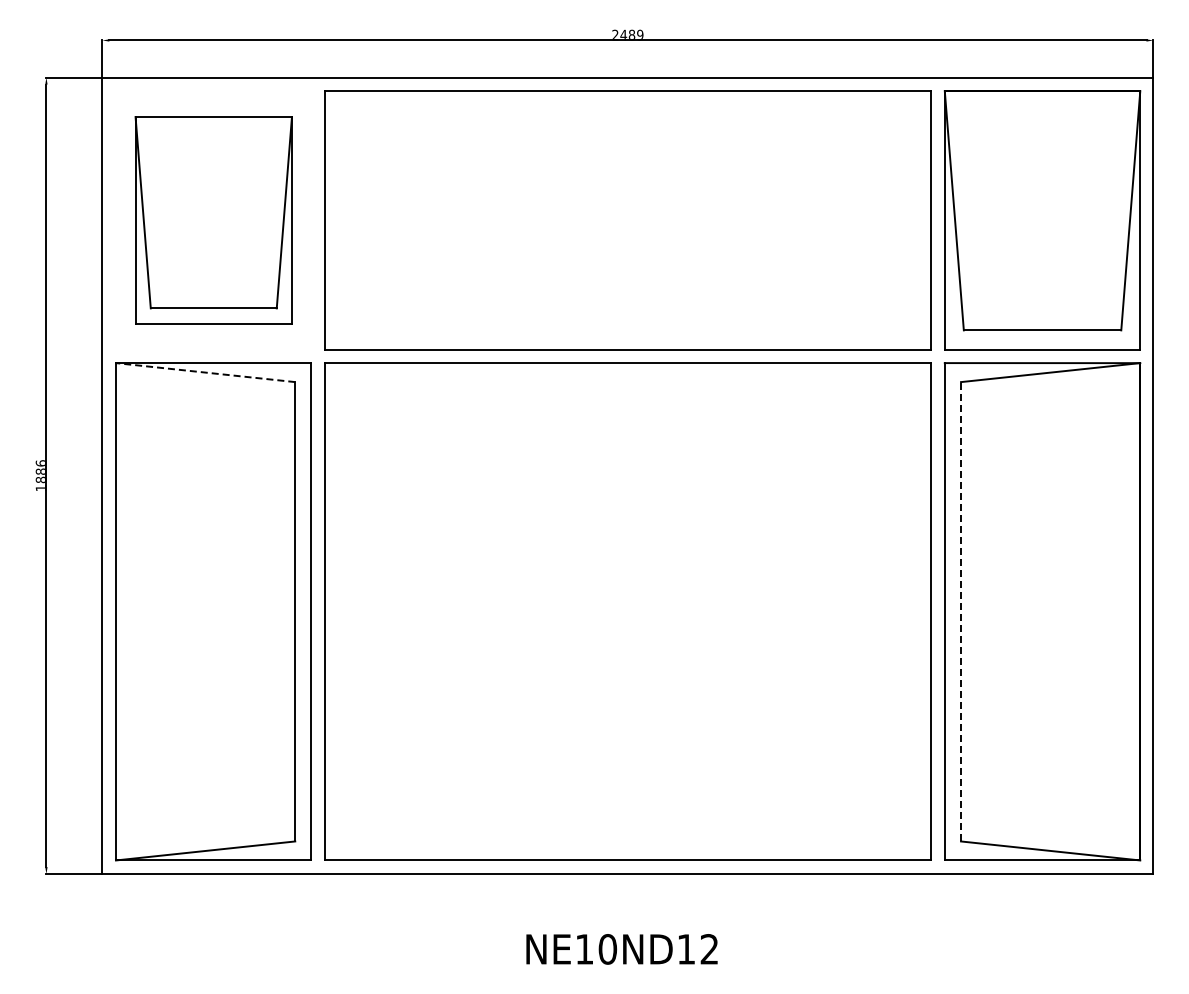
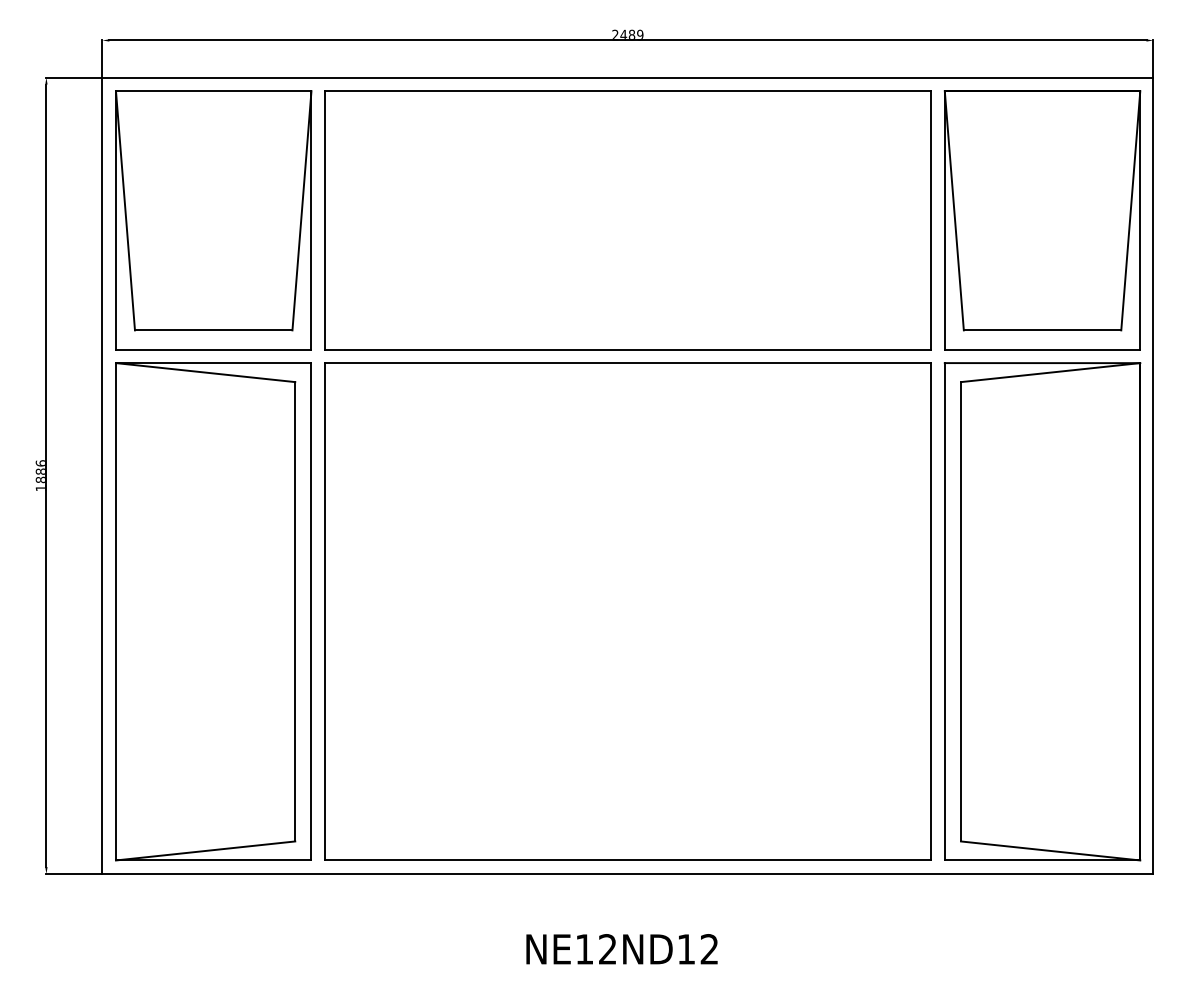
part at (213, 220) size: 159x209 px -> 198x261 px
line at (205, 372): dashed -> solid
line at (961, 611): dashed -> solid
text at (607, 949): NE10ND12 -> NE12ND12
